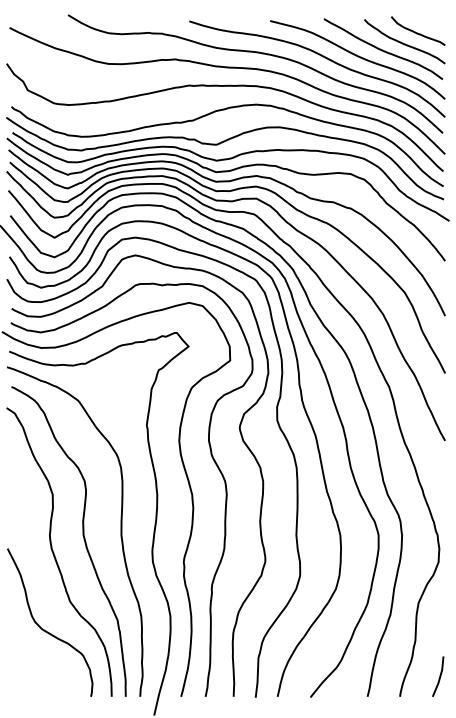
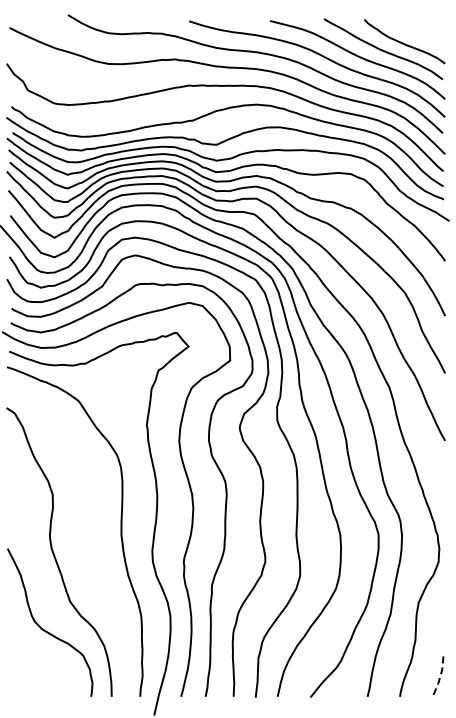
curve at (417, 32): present -> none
curve at (83, 539): present -> none
line at (440, 677): solid -> dashed
